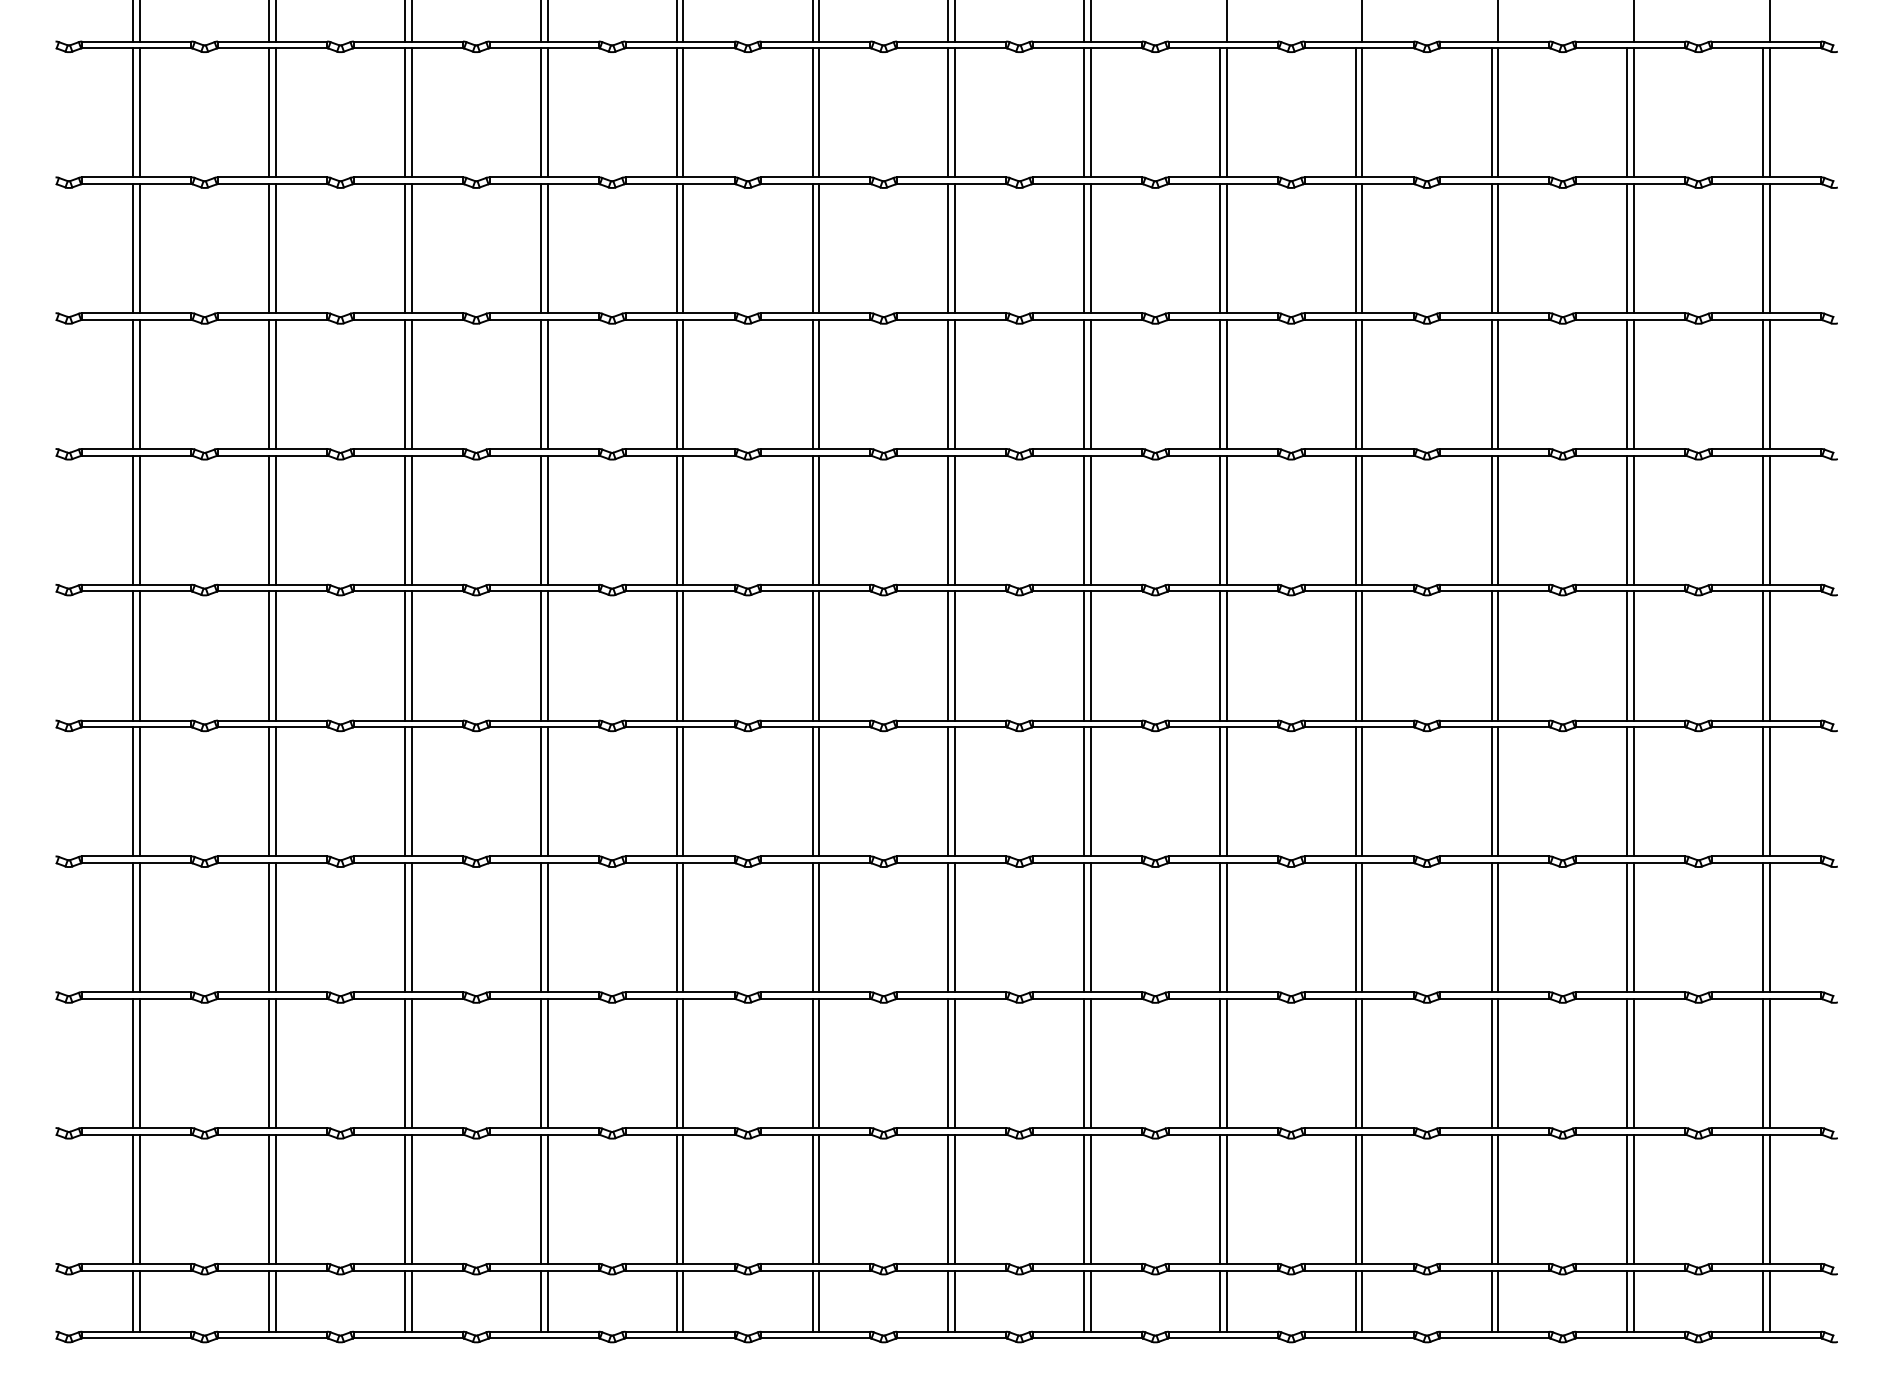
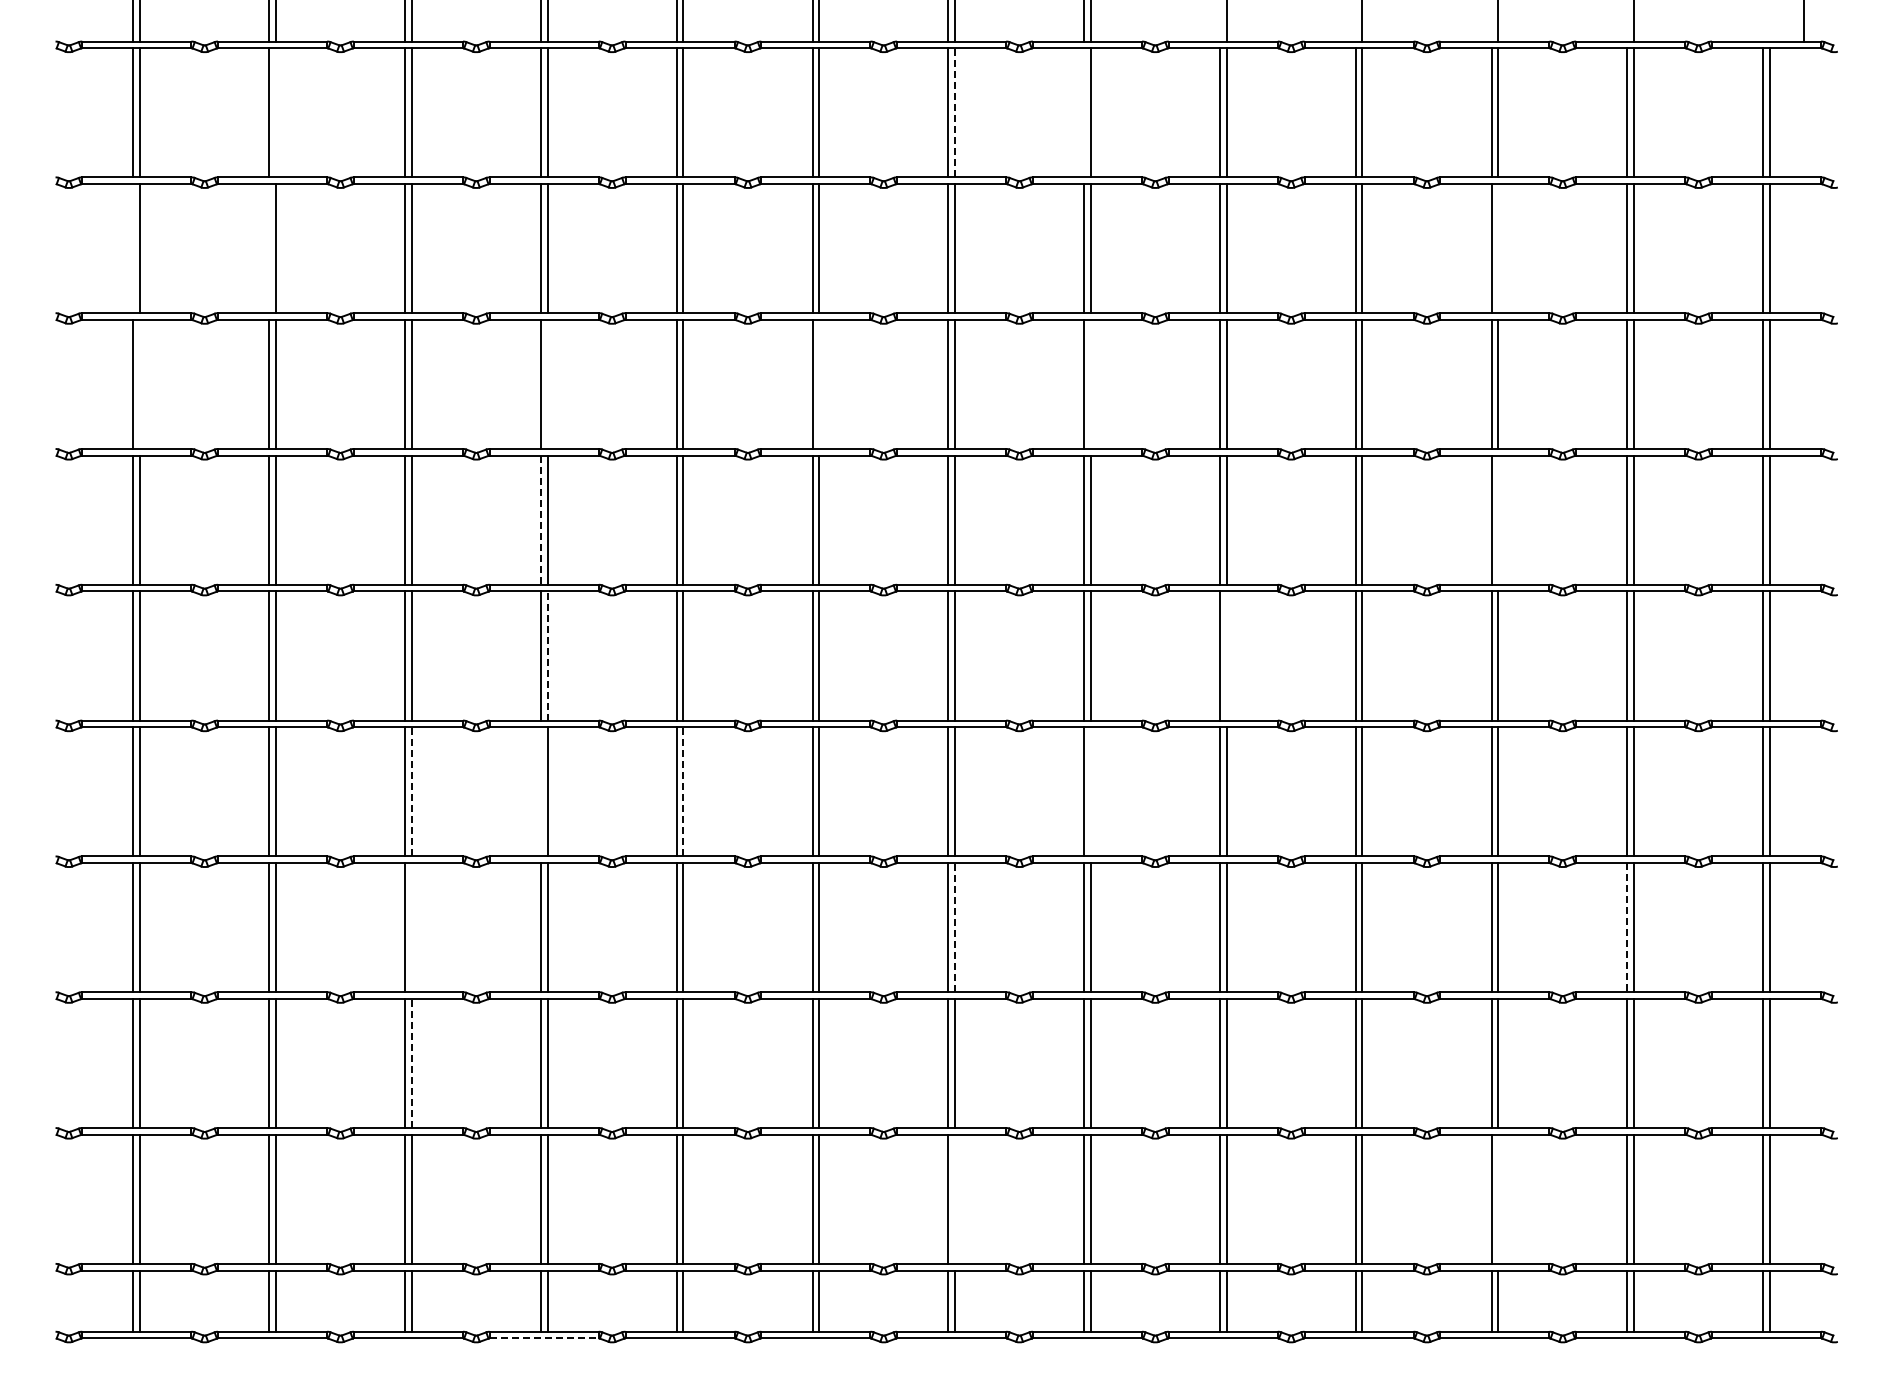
line at (1769, 21) position: (1769, 21) -> (1803, 21)
line at (275, 112): present -> none
line at (955, 112): solid -> dashed
line at (1084, 112): present -> none
line at (133, 248): present -> none
line at (269, 248): present -> none
line at (1498, 248): present -> none
line at (140, 383): present -> none
line at (547, 383): present -> none
line at (819, 383): present -> none
line at (1090, 383): present -> none
line at (1498, 519): present -> none
line at (540, 520): solid -> dashed
line at (1226, 655): present -> none
line at (547, 656): solid -> dashed
line at (411, 791): solid -> dashed
line at (540, 791): present -> none
line at (683, 791): solid -> dashed
line at (1090, 791): present -> none
line at (411, 927): present -> none
line at (955, 927): solid -> dashed
line at (1627, 927): solid -> dashed
line at (411, 1063): solid -> dashed
line at (955, 1198): present -> none
line at (1498, 1198): present -> none
line at (544, 1338): solid -> dashed
